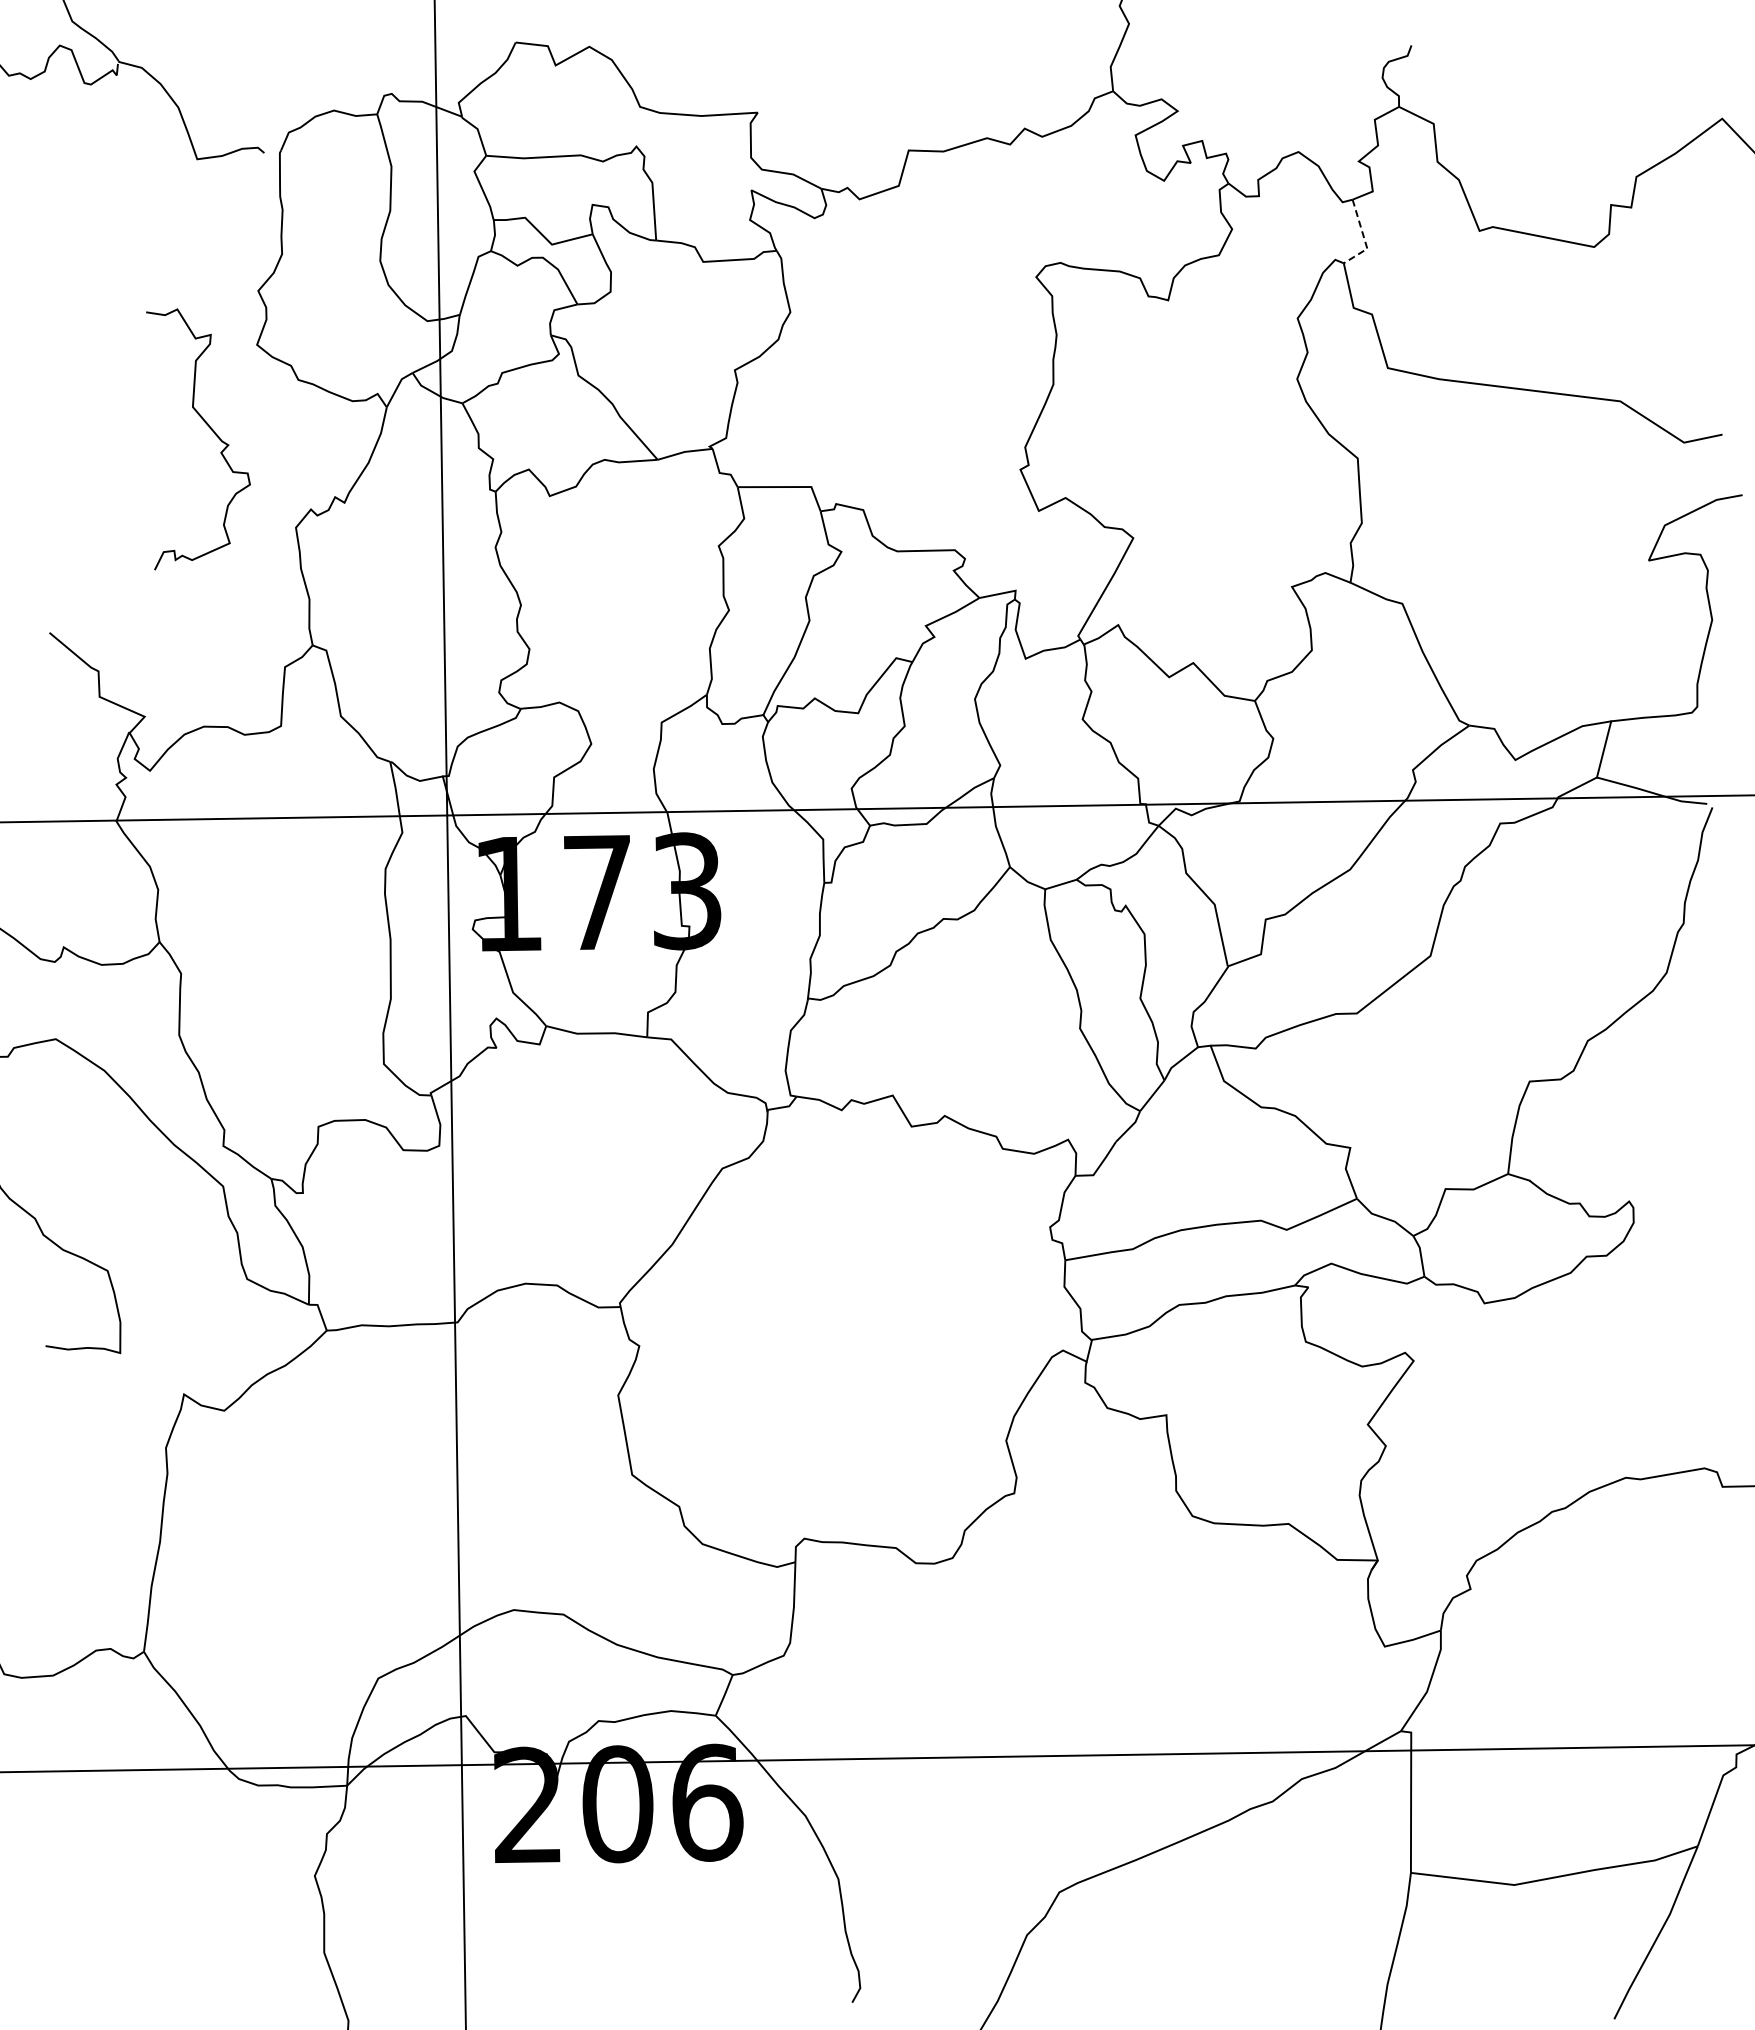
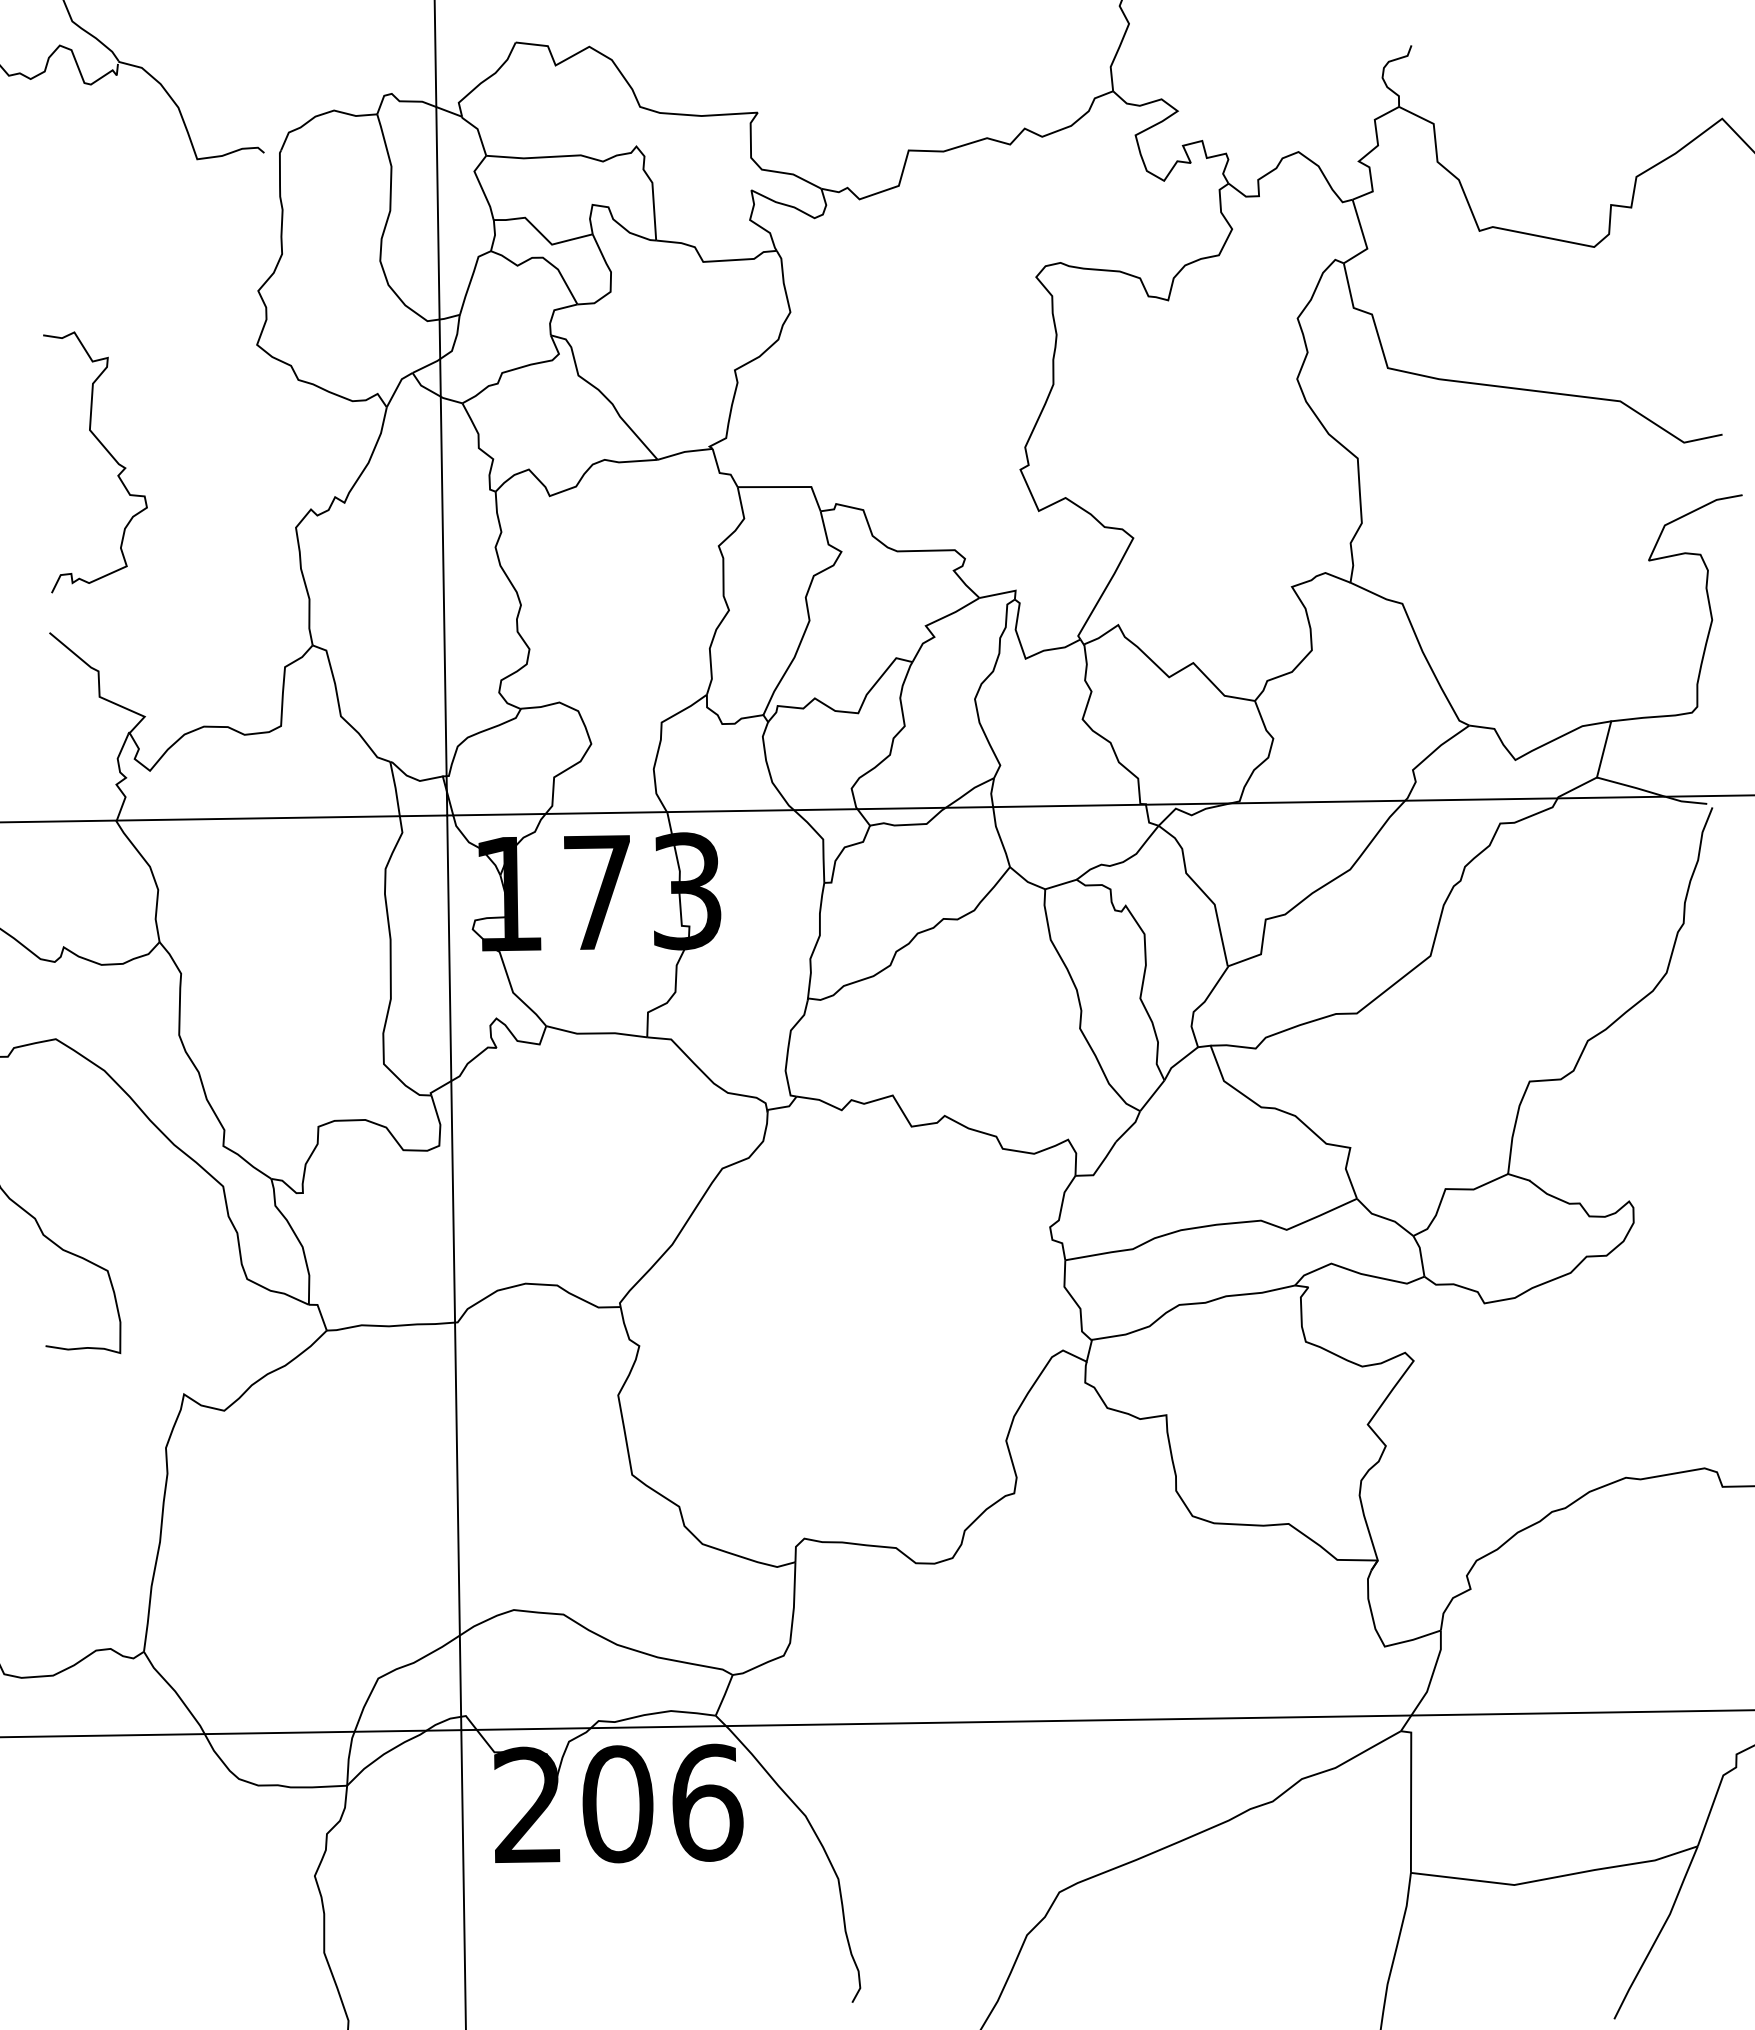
line at (1364, 238): dashed -> solid
curve at (209, 428) position: (209, 428) -> (106, 451)
line at (876, 1758) position: (876, 1758) -> (876, 1723)
